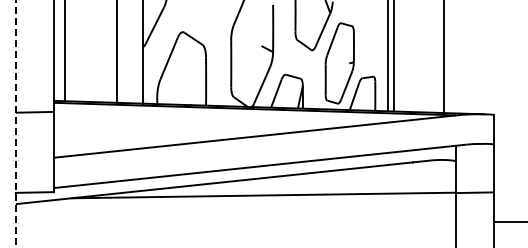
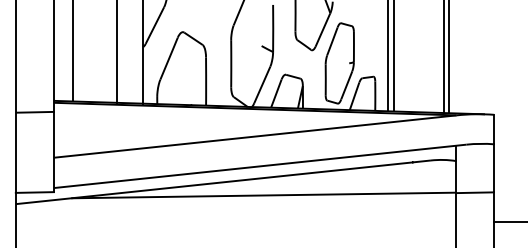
line at (65, 51) position: (65, 51) -> (73, 51)
line at (448, 57): none -> present
line at (15, 124): dashed -> solid
